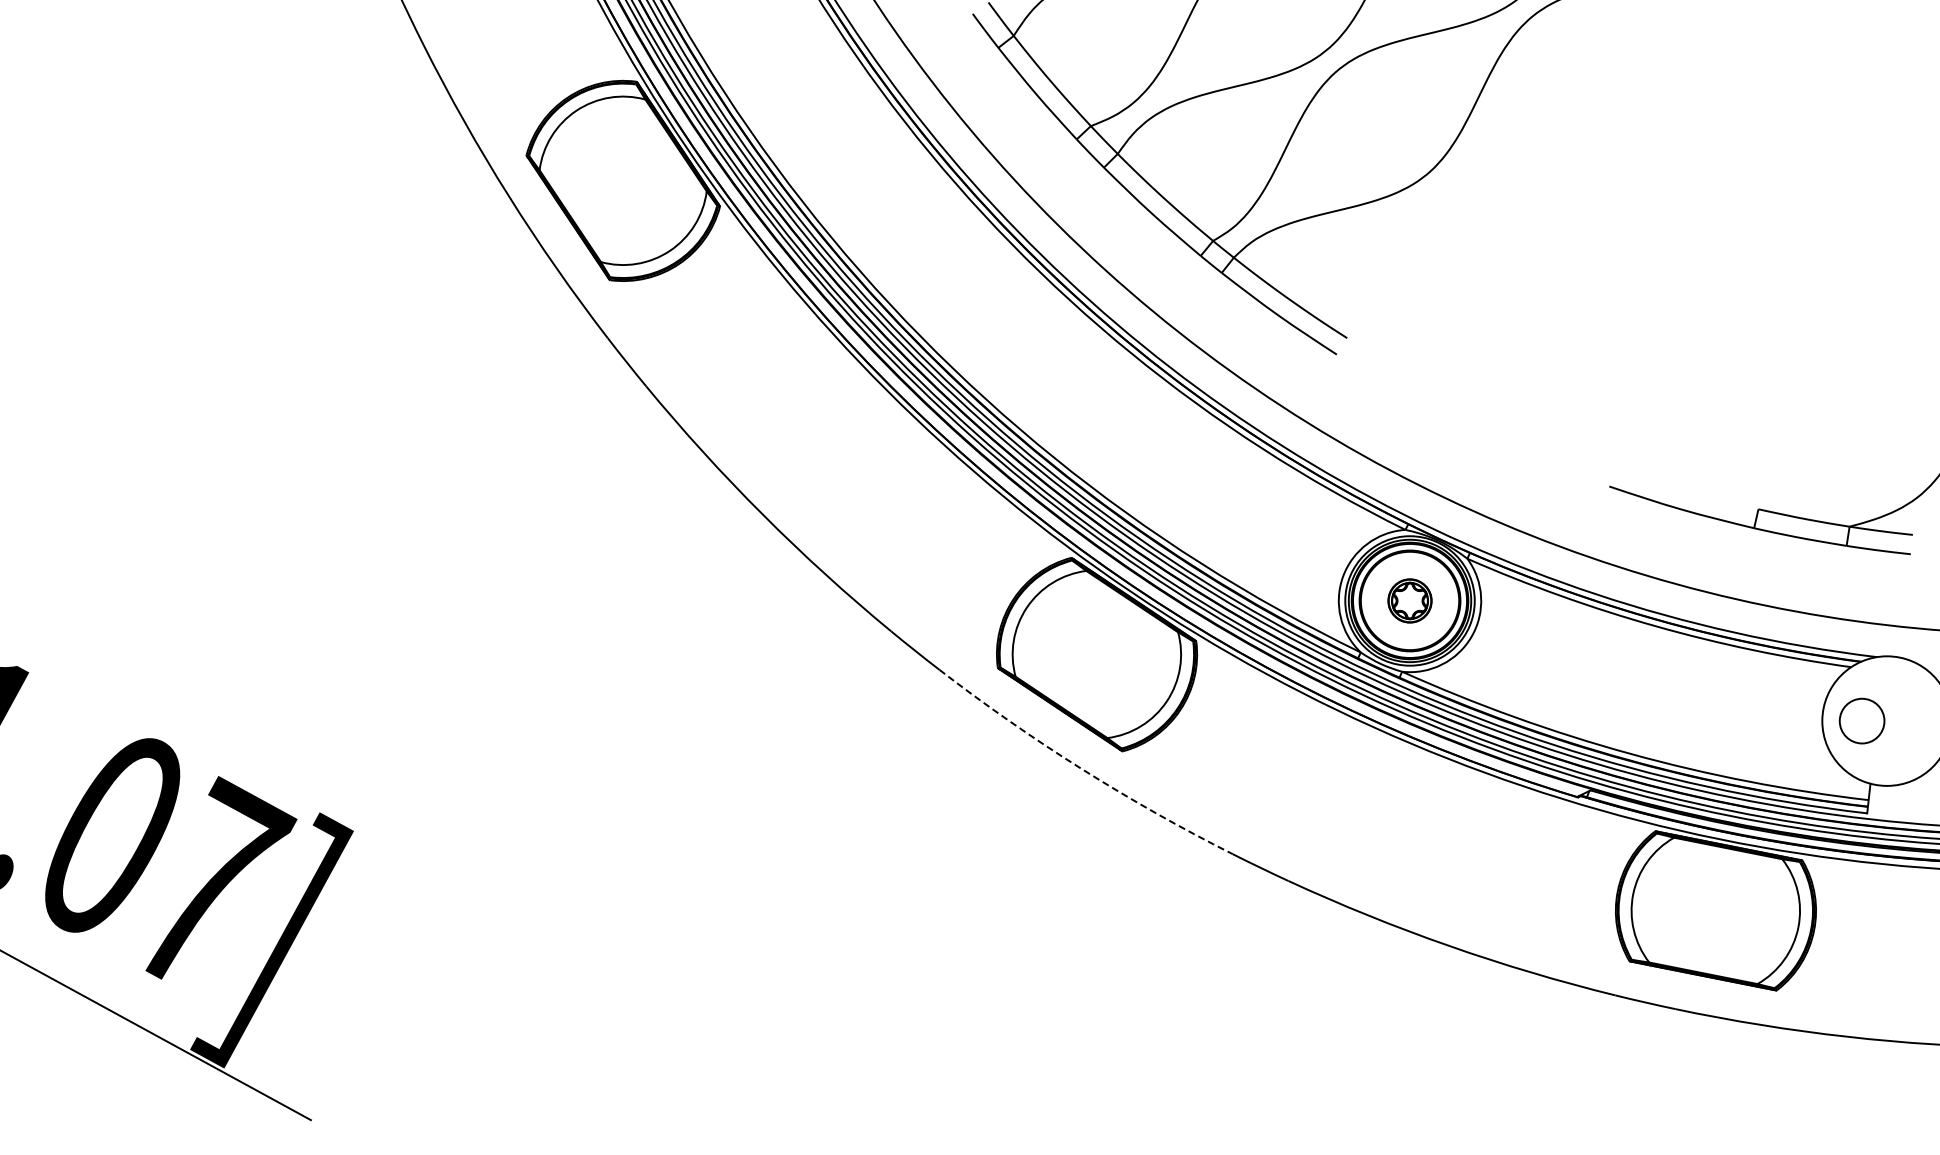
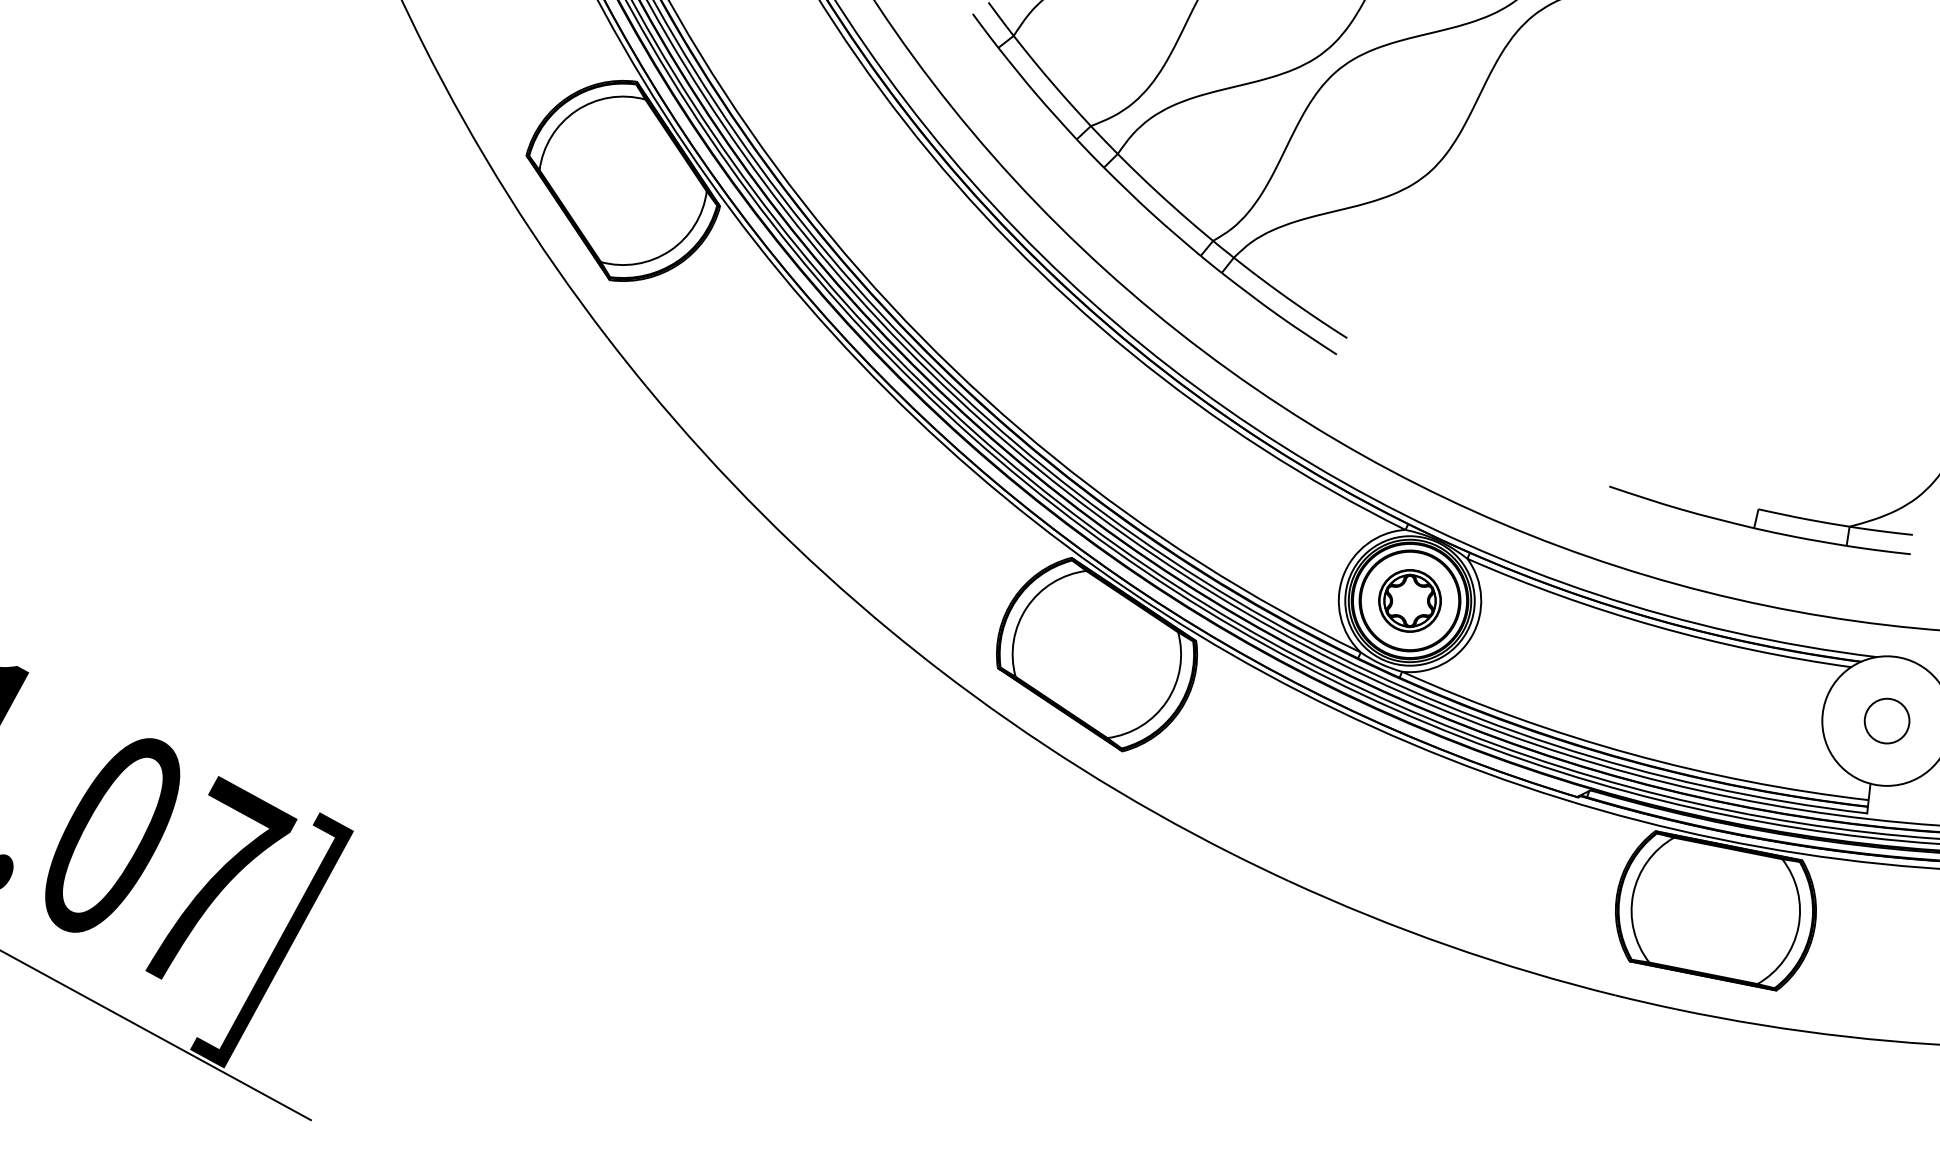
part at (1409, 600) size: 46x46 px -> 64x64 px
circle at (1861, 720) position: (1861, 720) -> (1886, 720)
arc at (1081, 769): dashed -> solid
